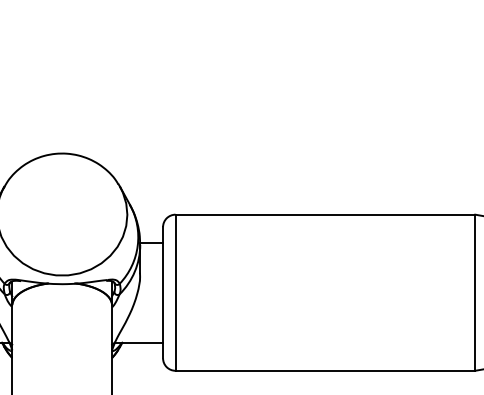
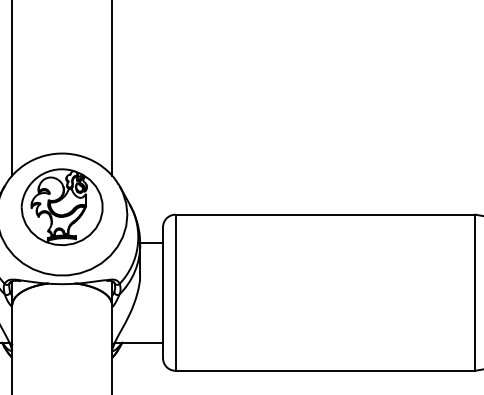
line at (12, 89): none -> present
line at (112, 89): none -> present
part at (61, 207): none -> present
